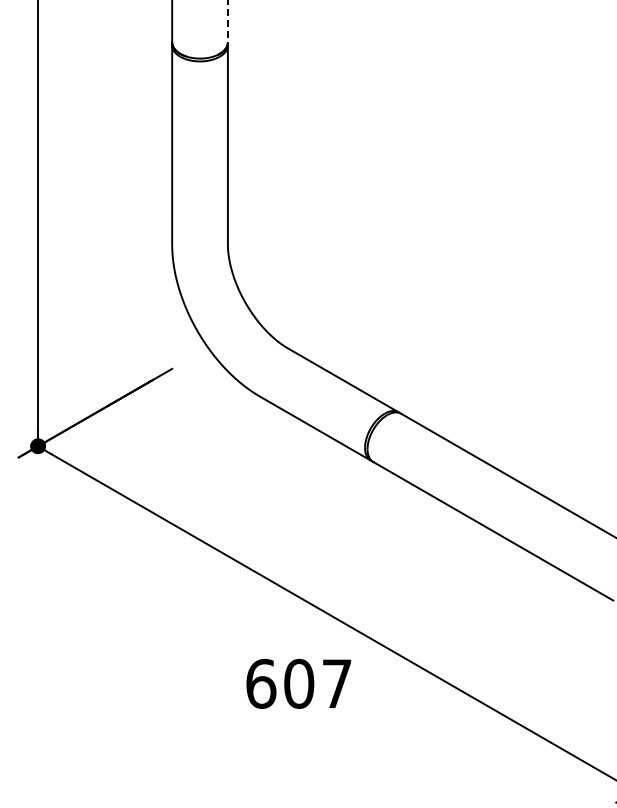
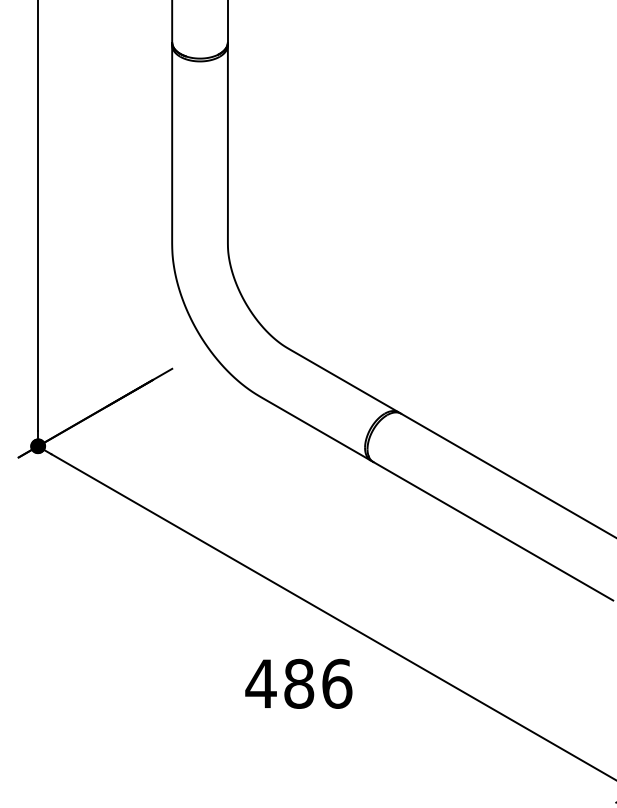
line at (227, 21): dashed -> solid
text at (298, 683): 607 -> 486
